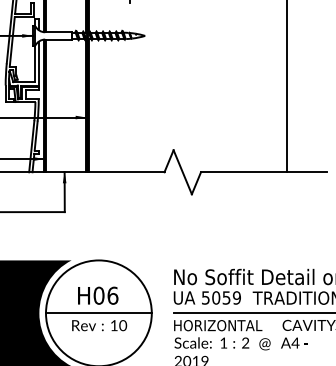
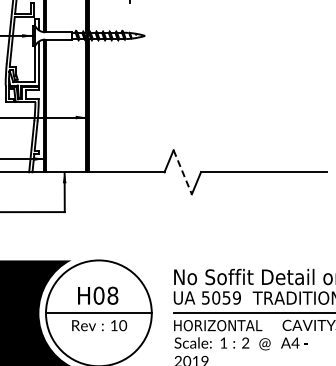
line at (287, 87): present -> none
line at (182, 172): solid -> dashed
text at (112, 295): H06 -> H08
